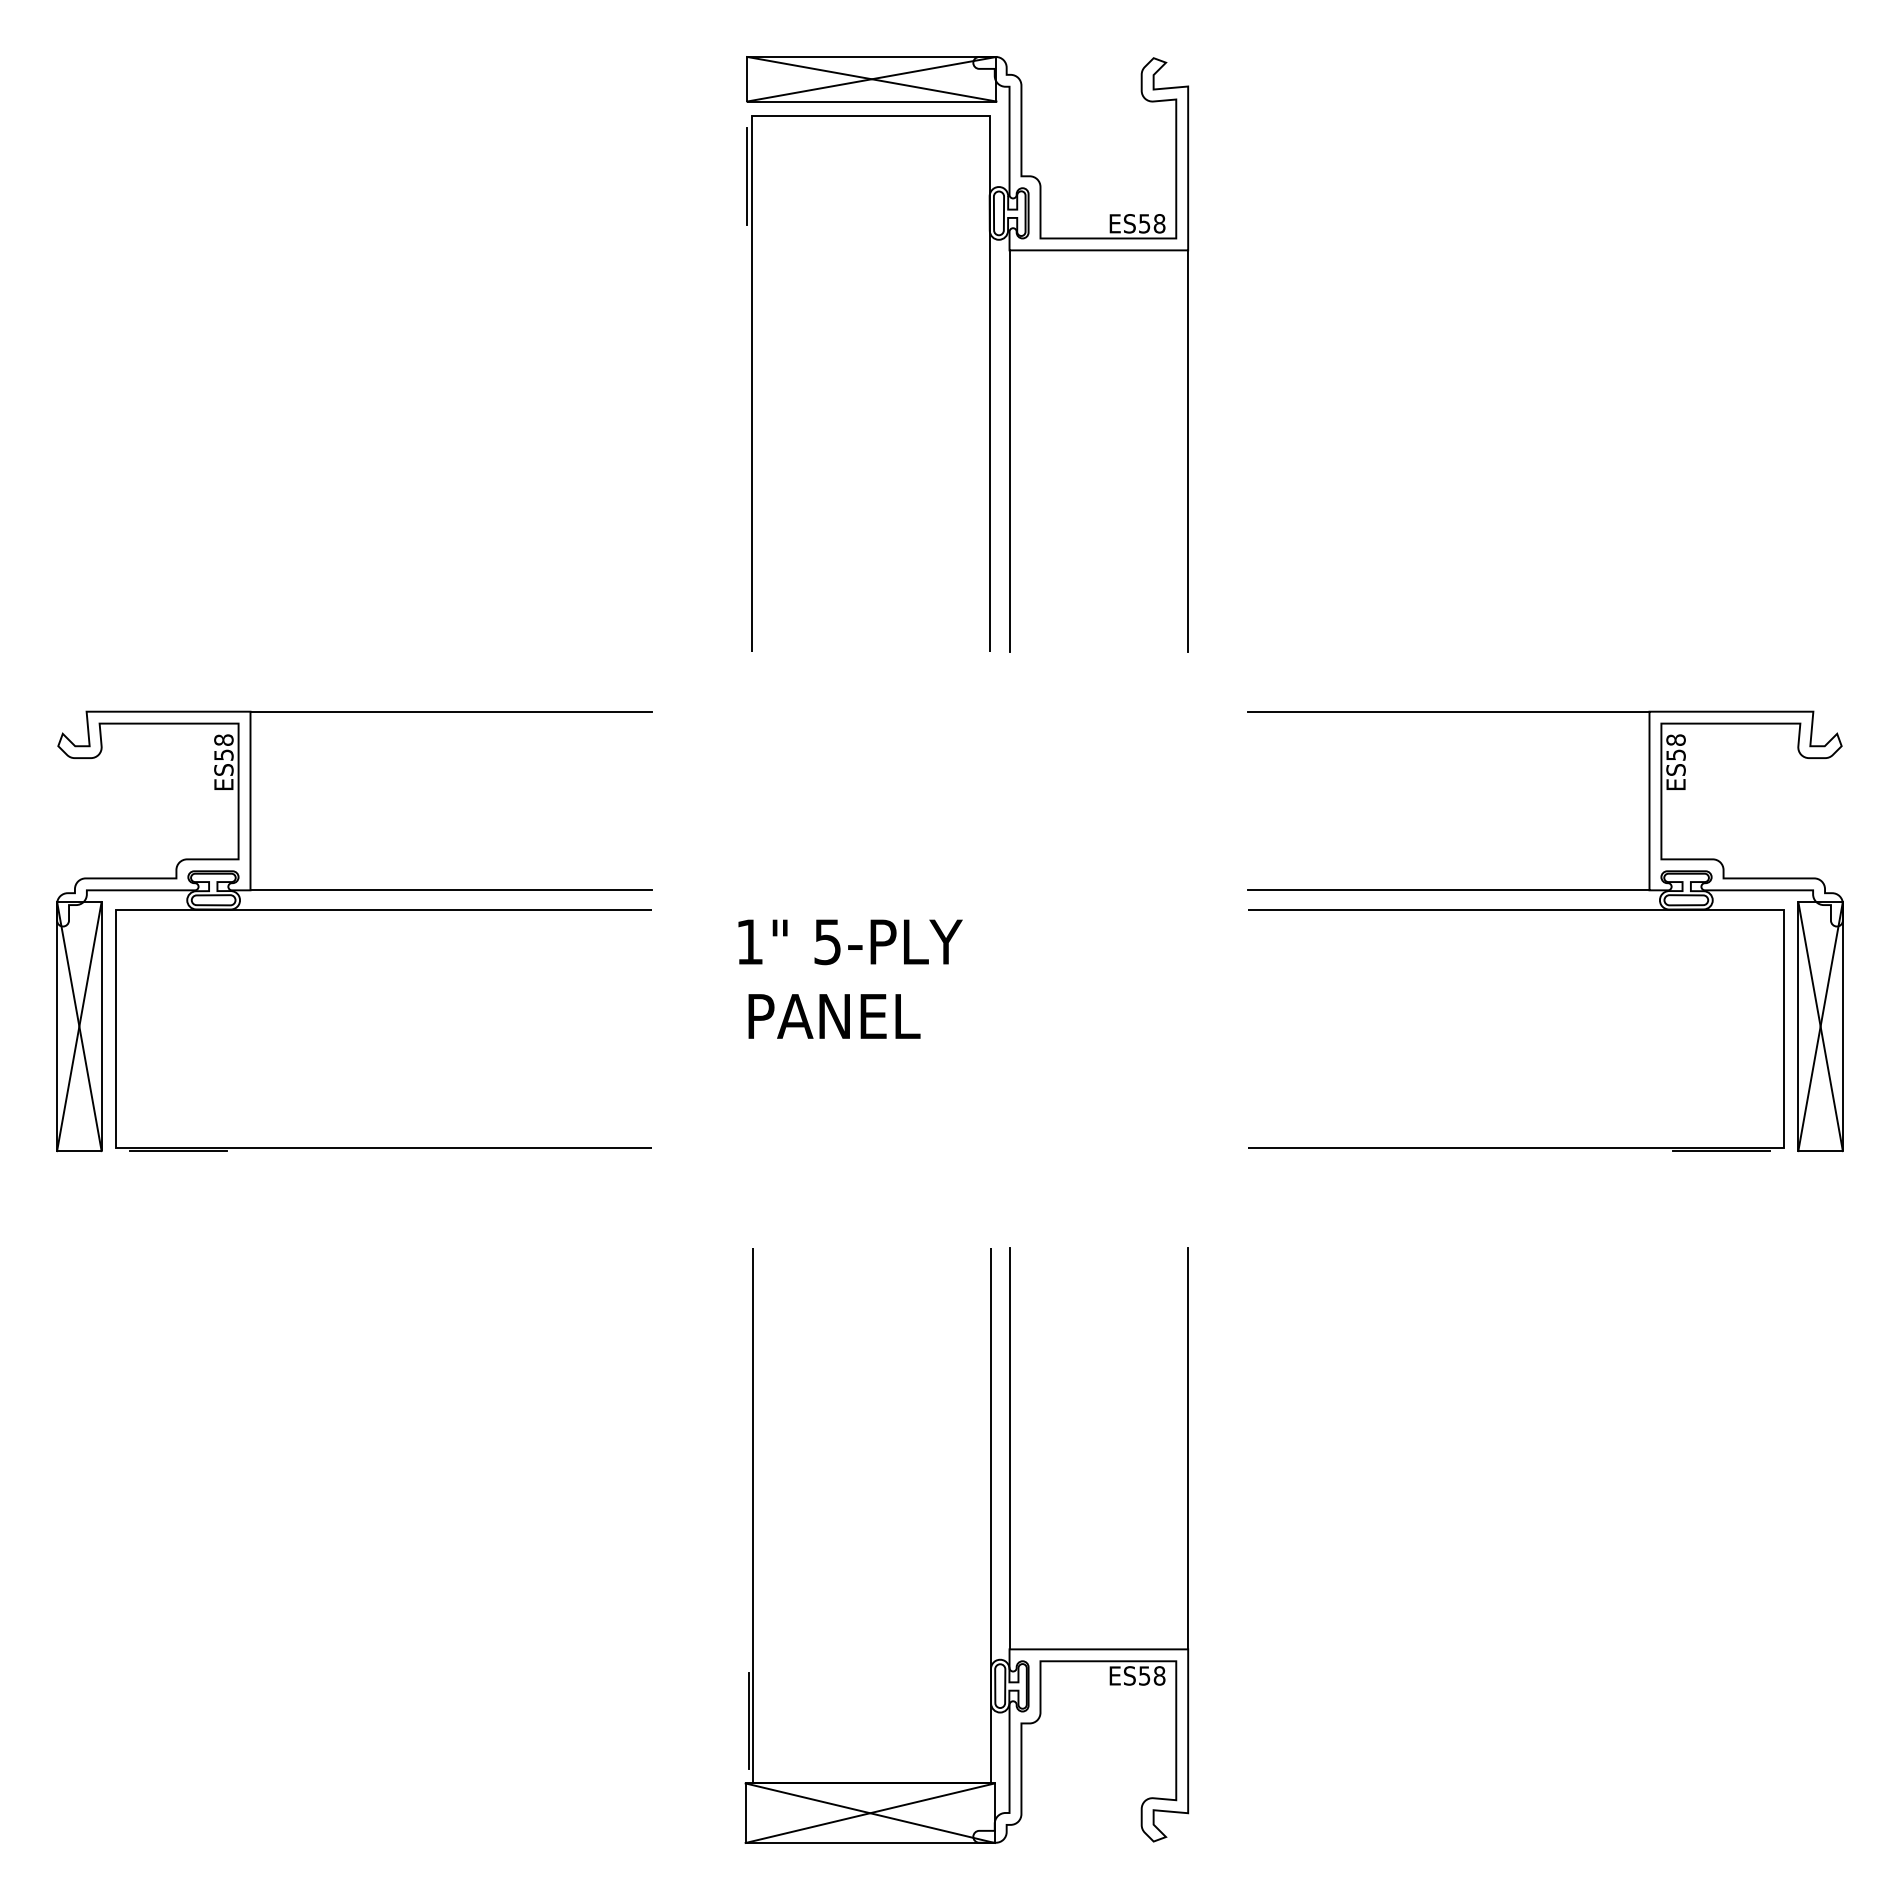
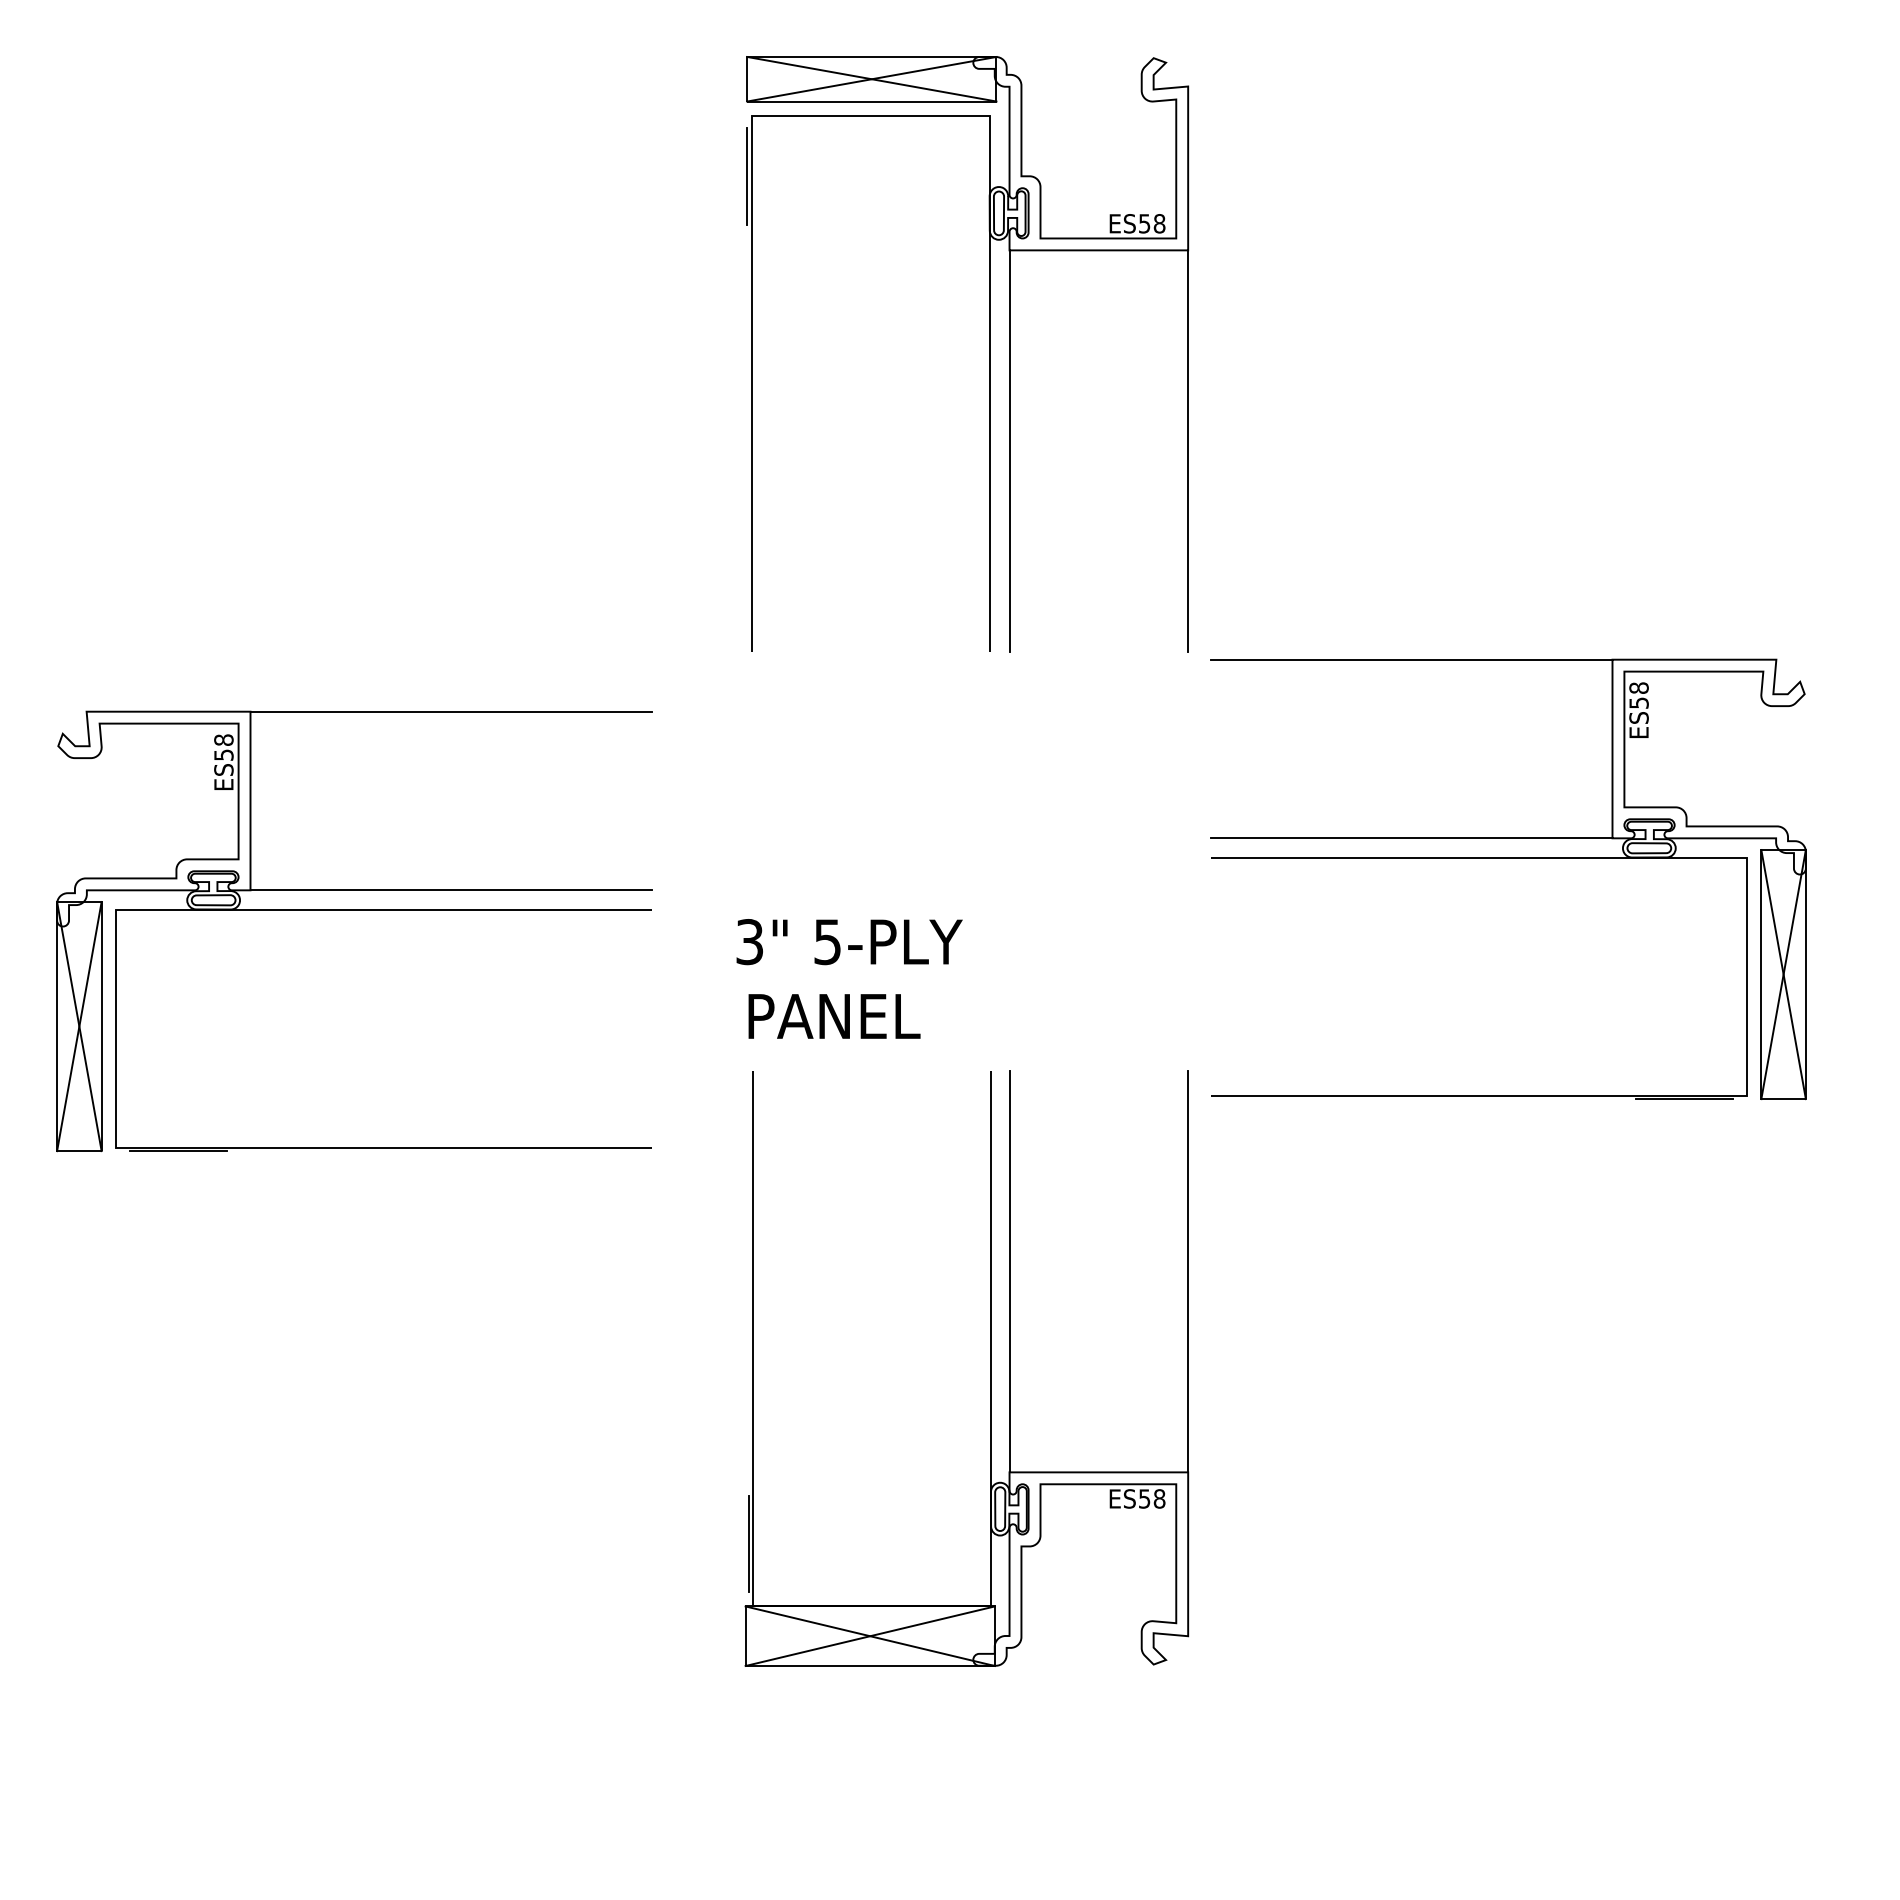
part at (1545, 910) position: (1545, 910) -> (1508, 858)
text at (749, 942): 1" -> 3"
part at (990, 1545) position: (990, 1545) -> (990, 1368)
